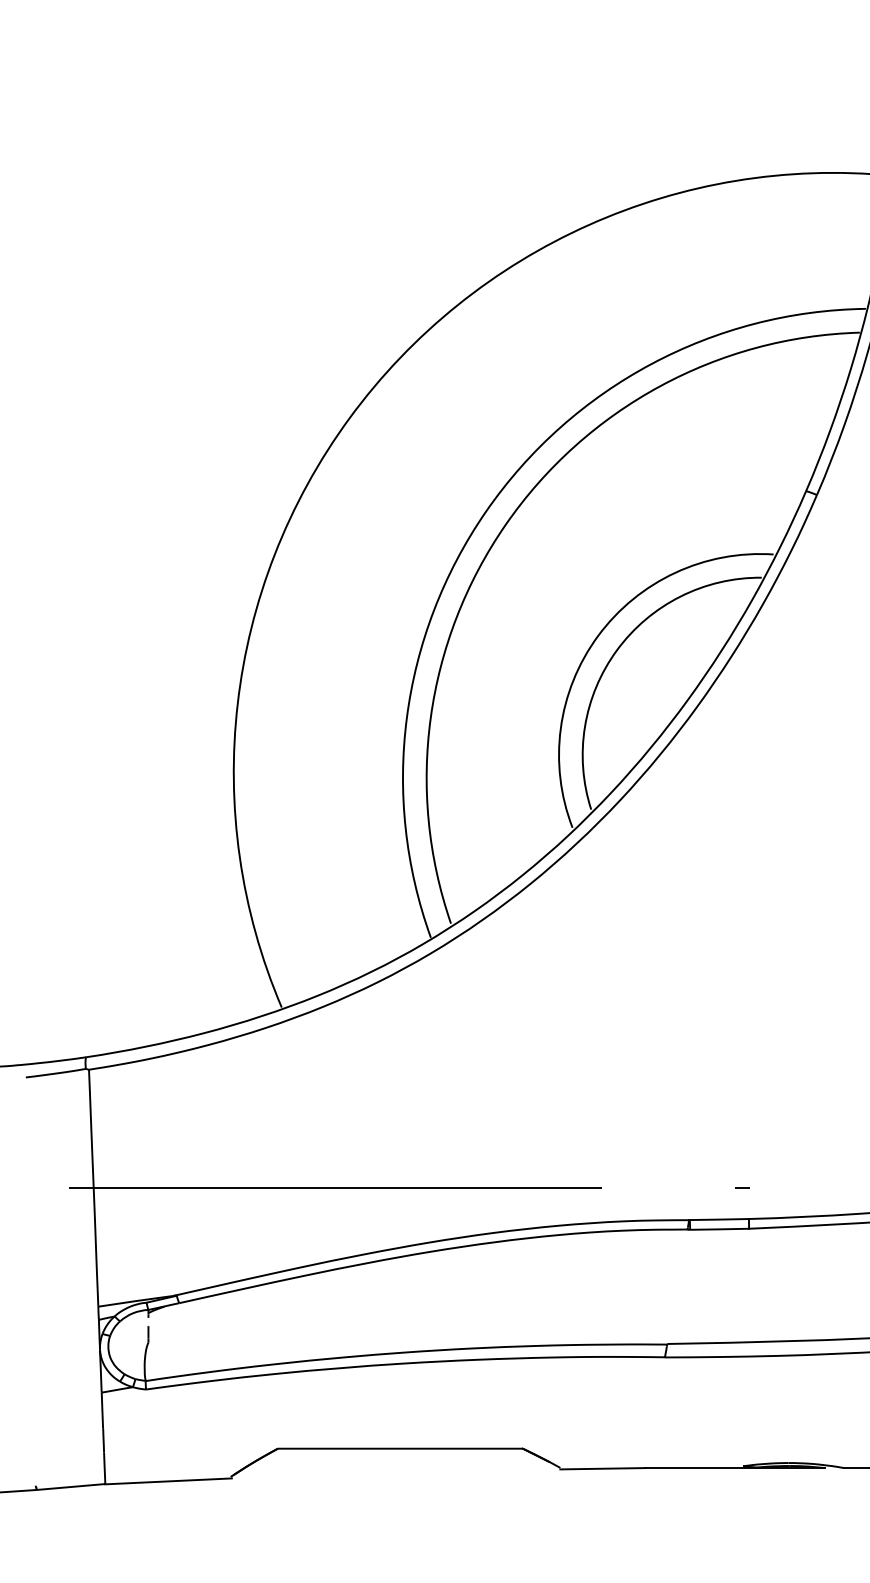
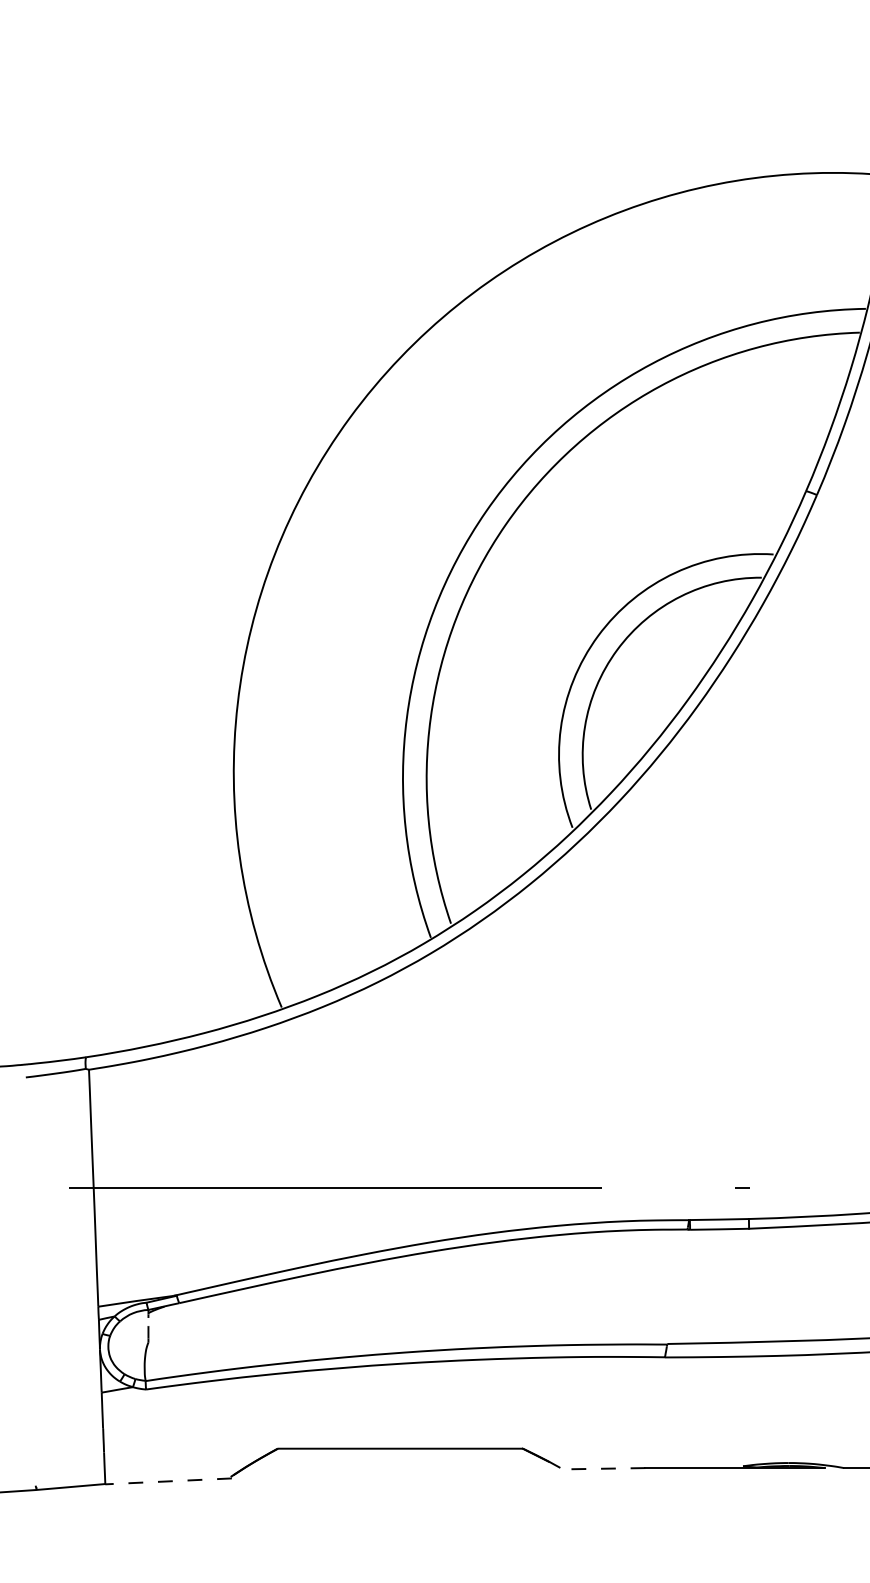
line at (602, 1468): solid -> dashed
line at (168, 1481): solid -> dashed
